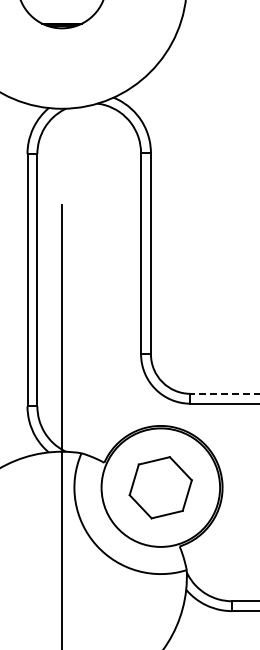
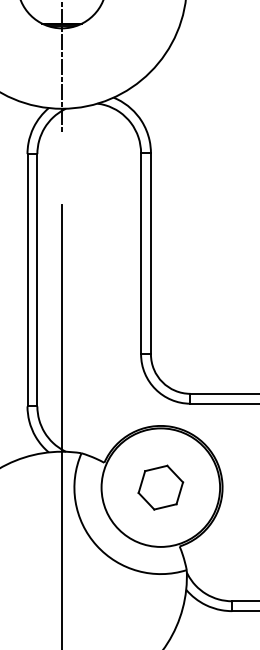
line at (62, 68): none -> present
line at (224, 393): dashed -> solid
part at (160, 487) size: 65x64 px -> 48x47 px
